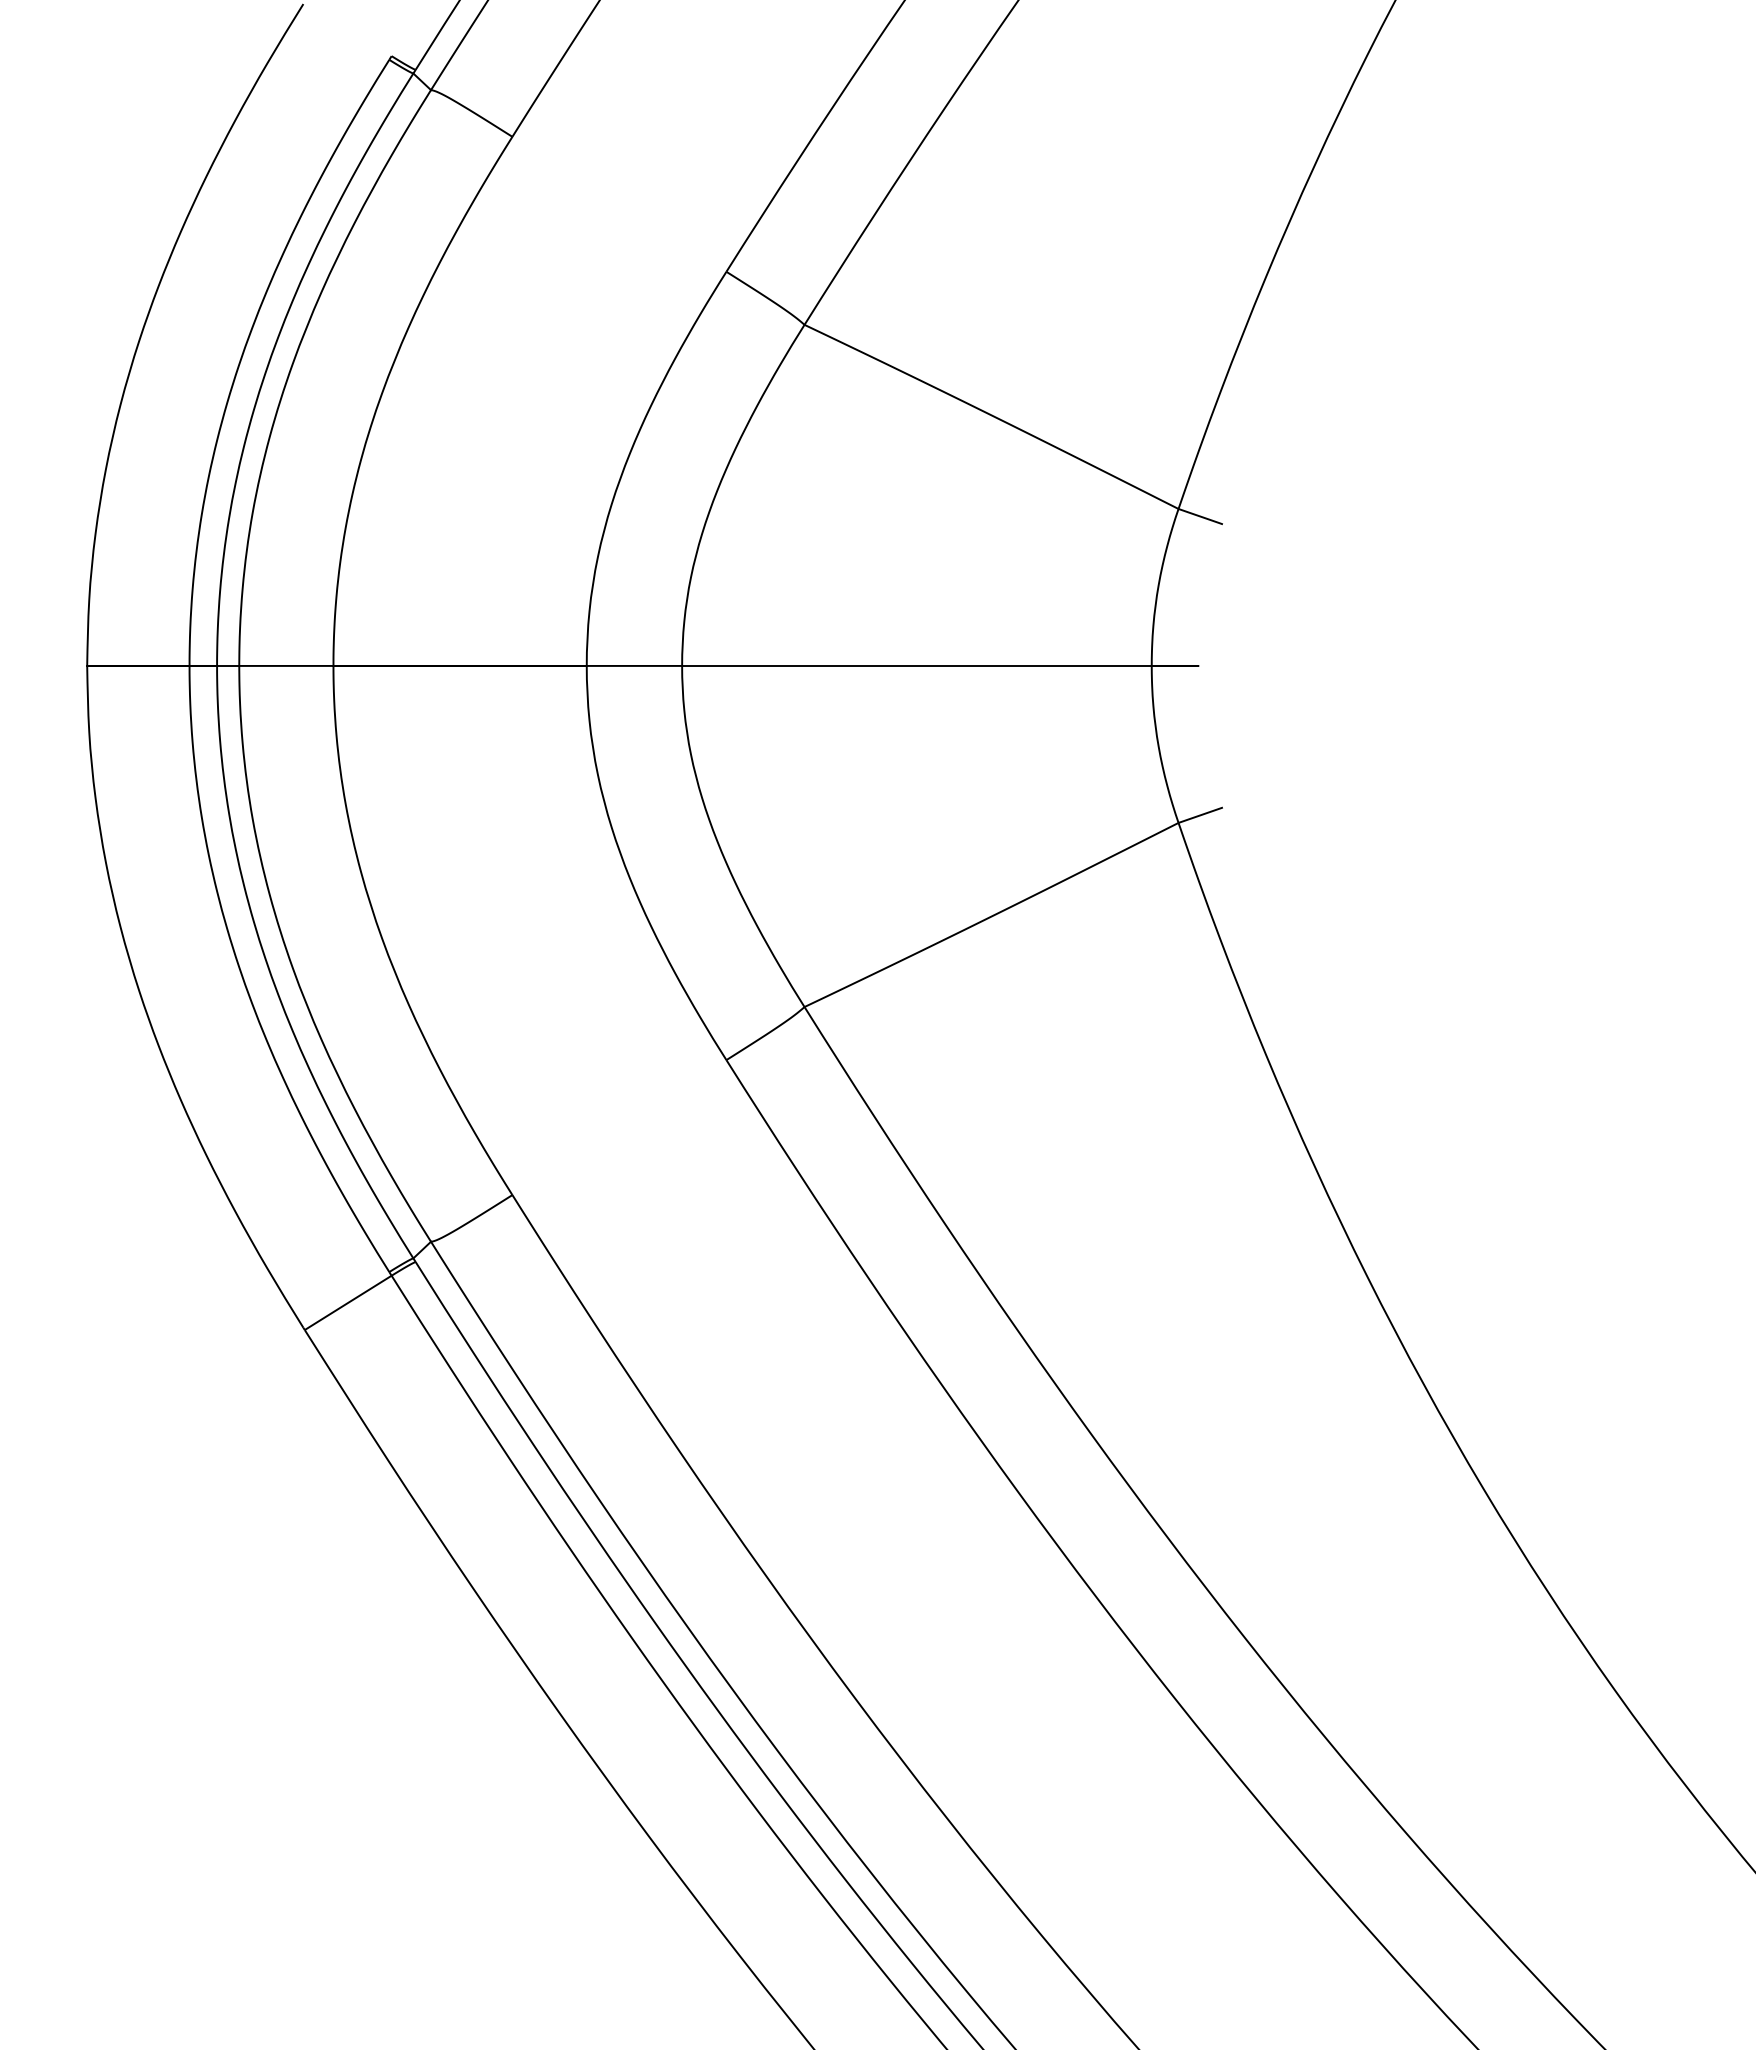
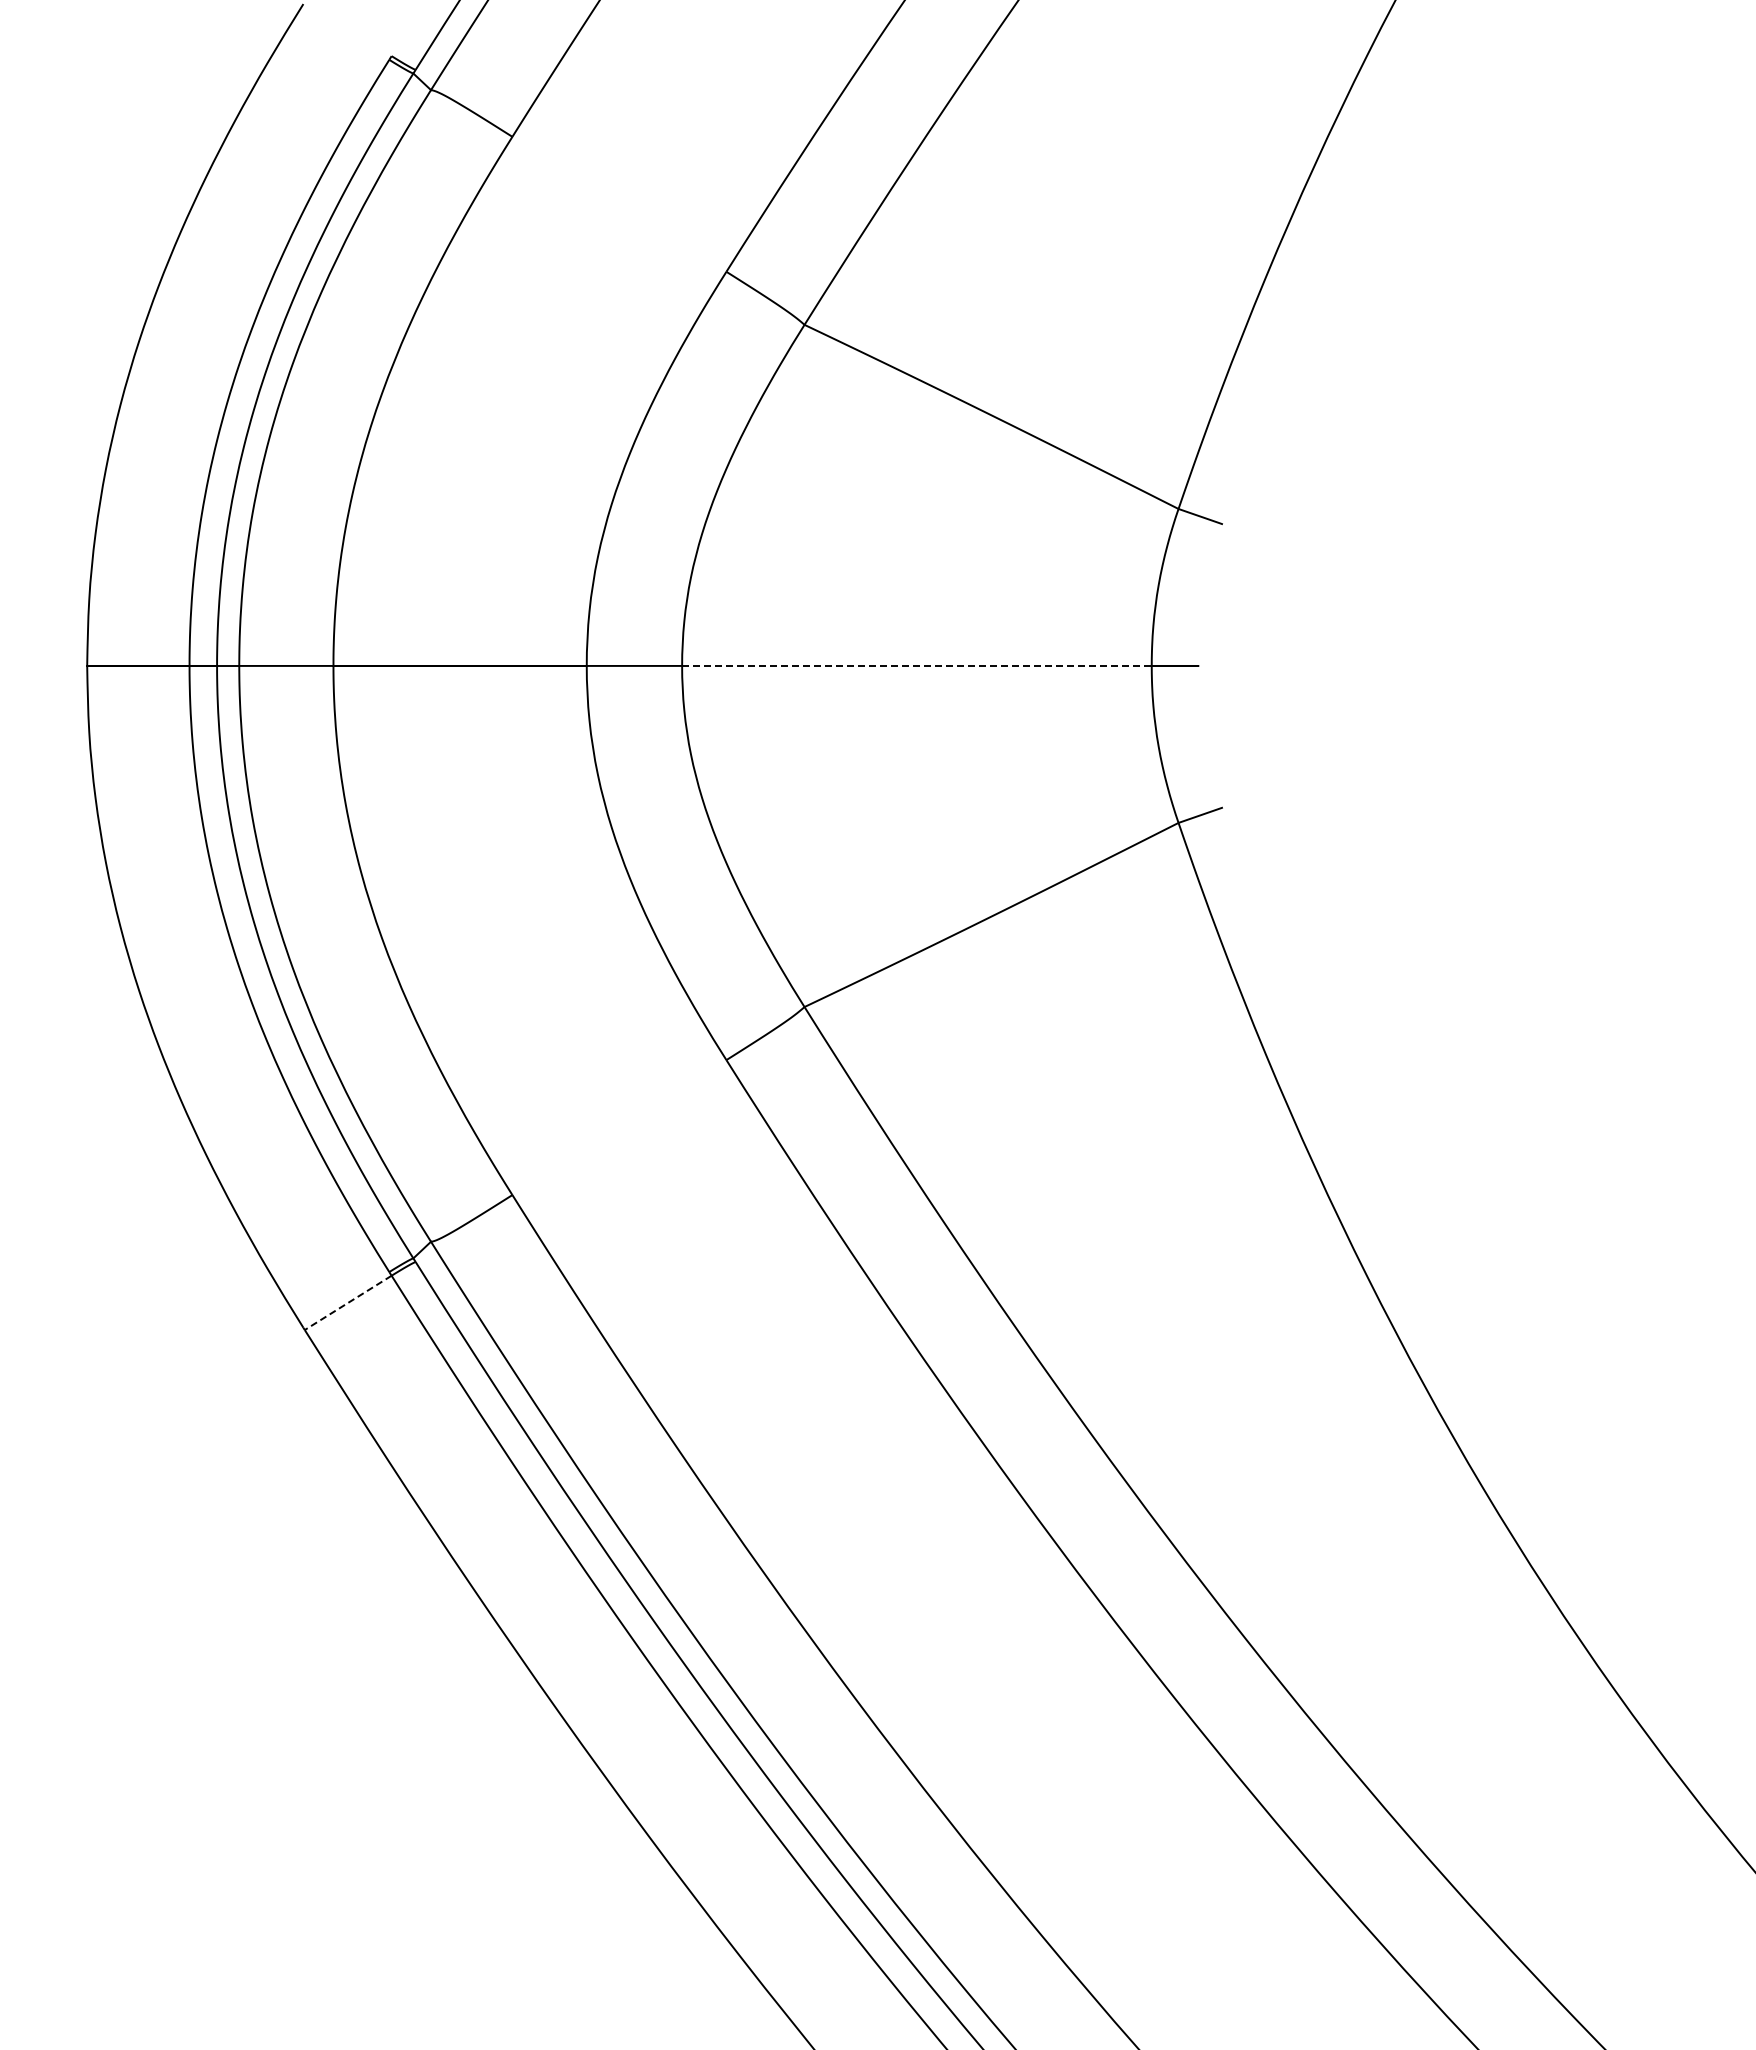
line at (916, 665): solid -> dashed
line at (348, 1302): solid -> dashed
